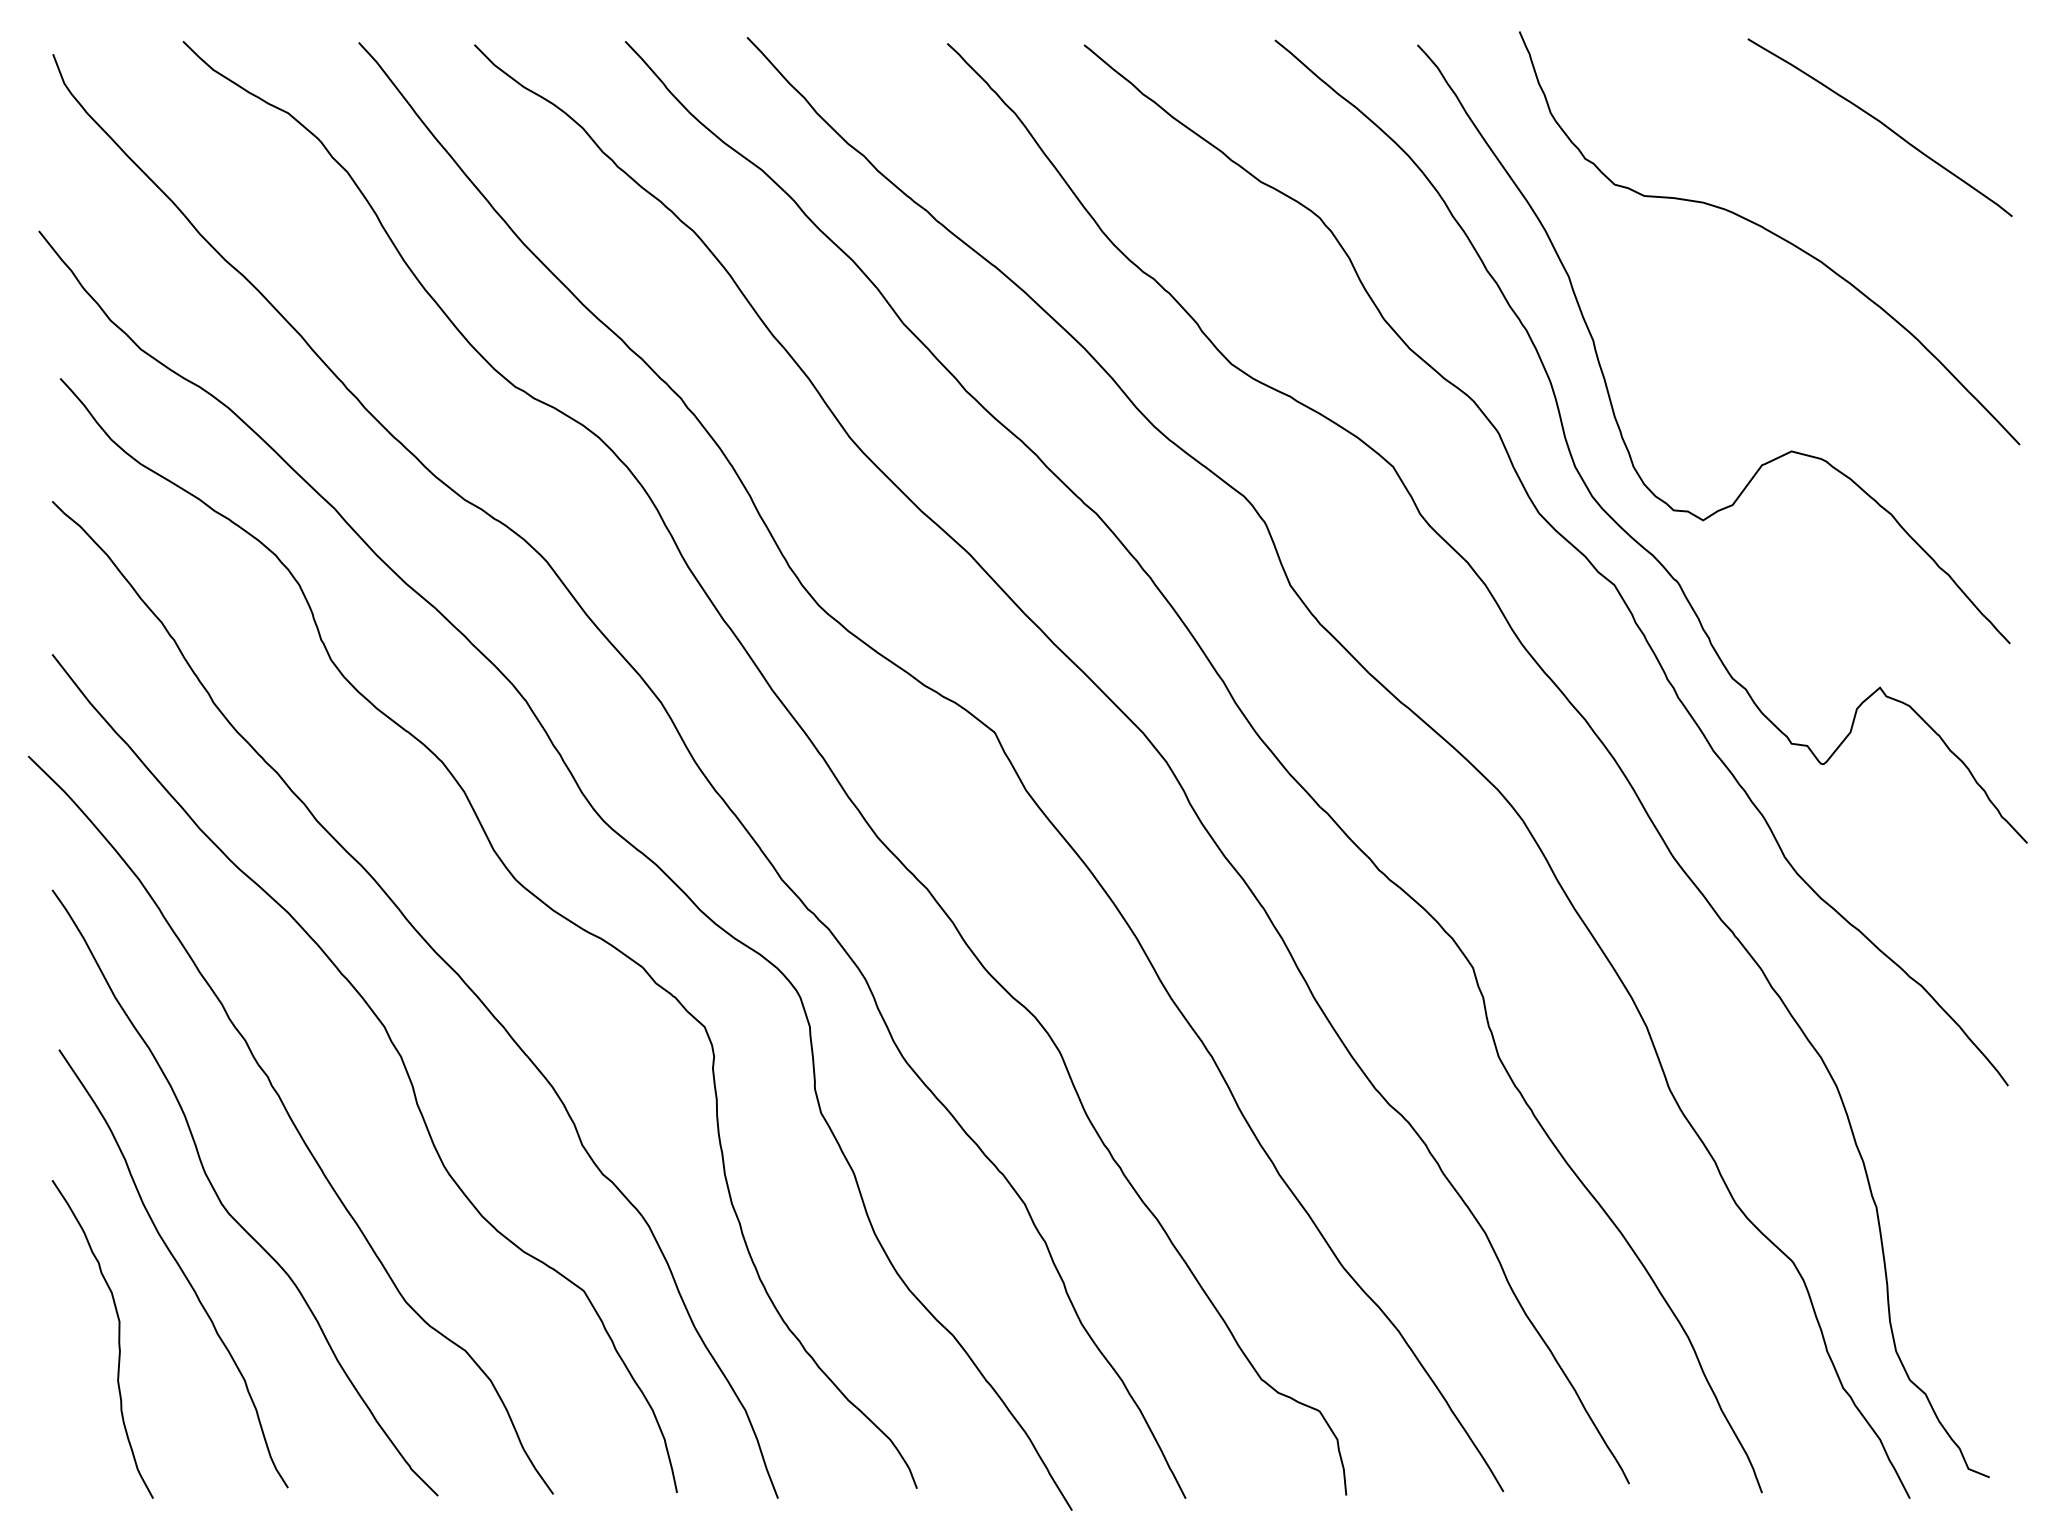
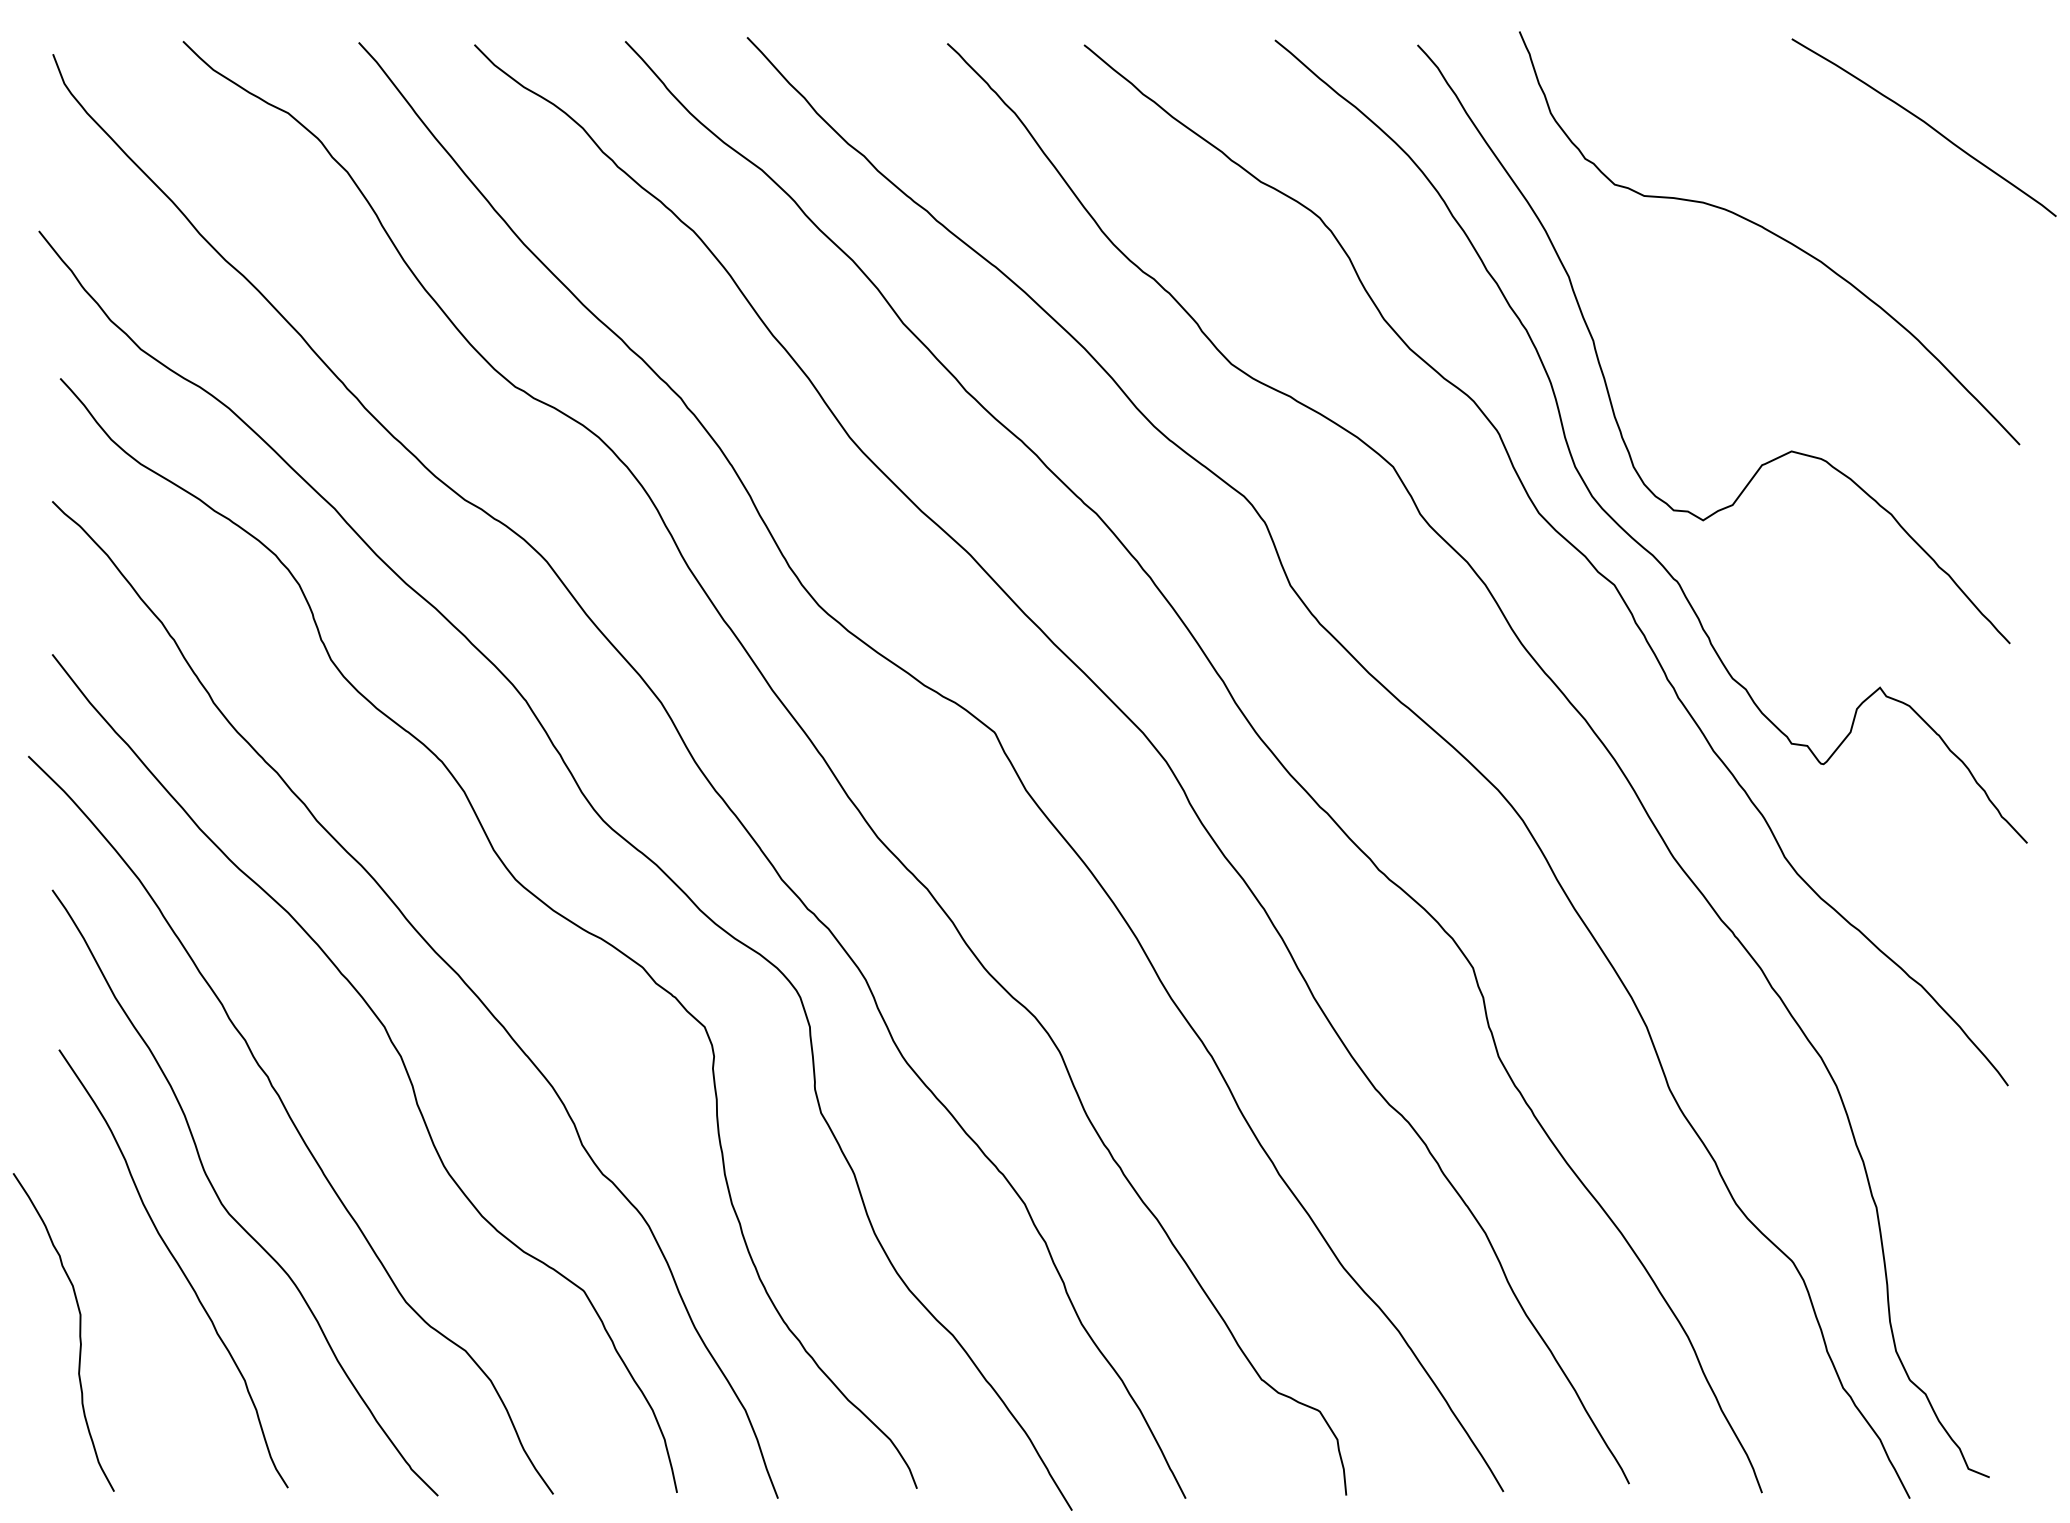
curve at (1880, 123) position: (1880, 123) -> (1924, 123)
curve at (118, 1339) position: (118, 1339) -> (79, 1332)
